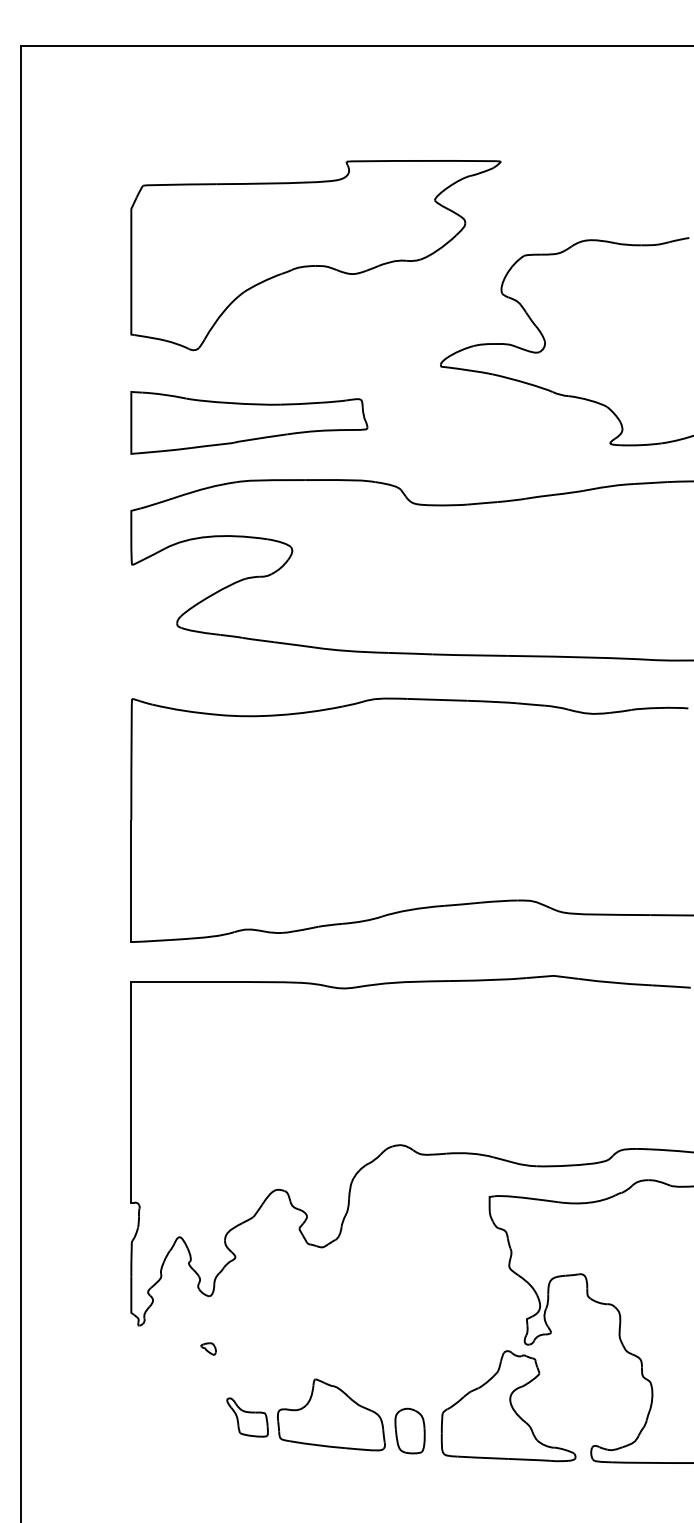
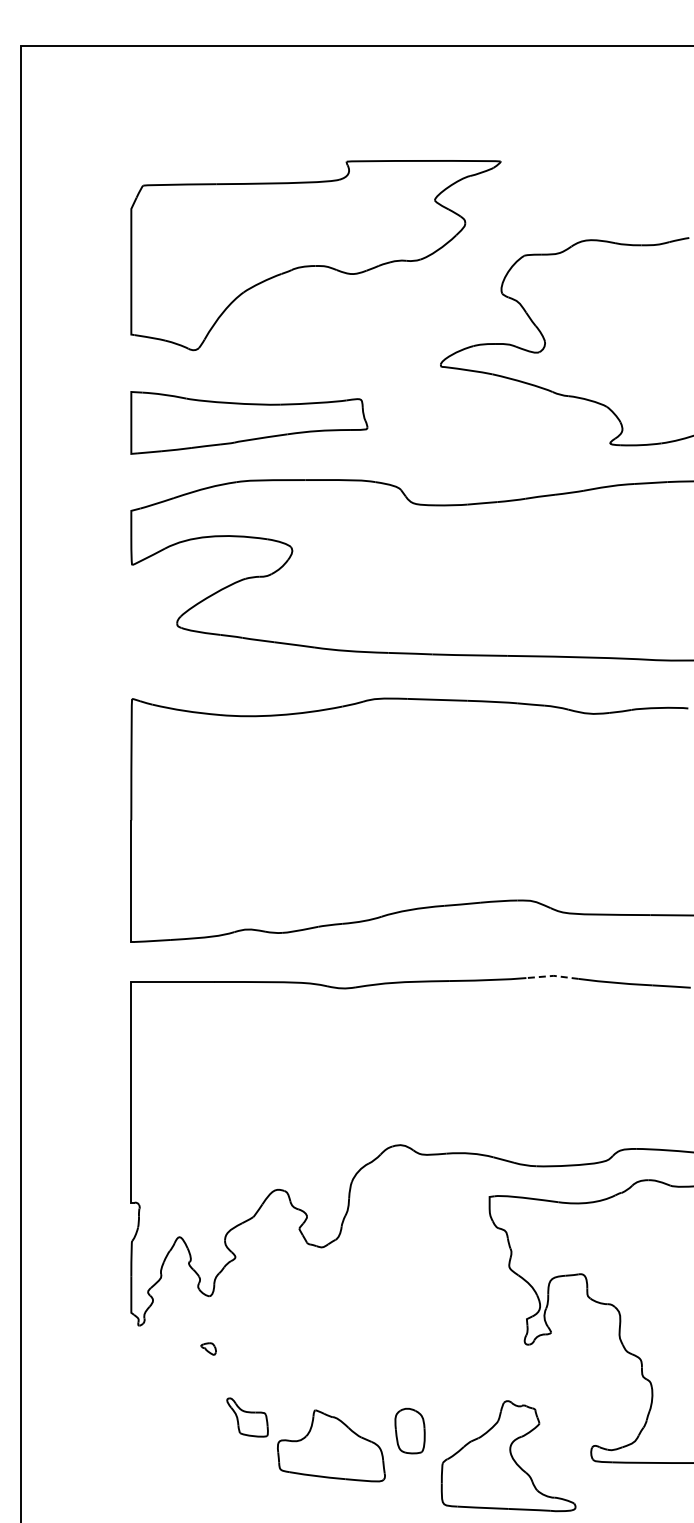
line at (552, 975): solid -> dashed
part at (508, 1406) position: (508, 1406) -> (508, 1456)
part at (331, 1414) position: (331, 1414) -> (331, 1445)
